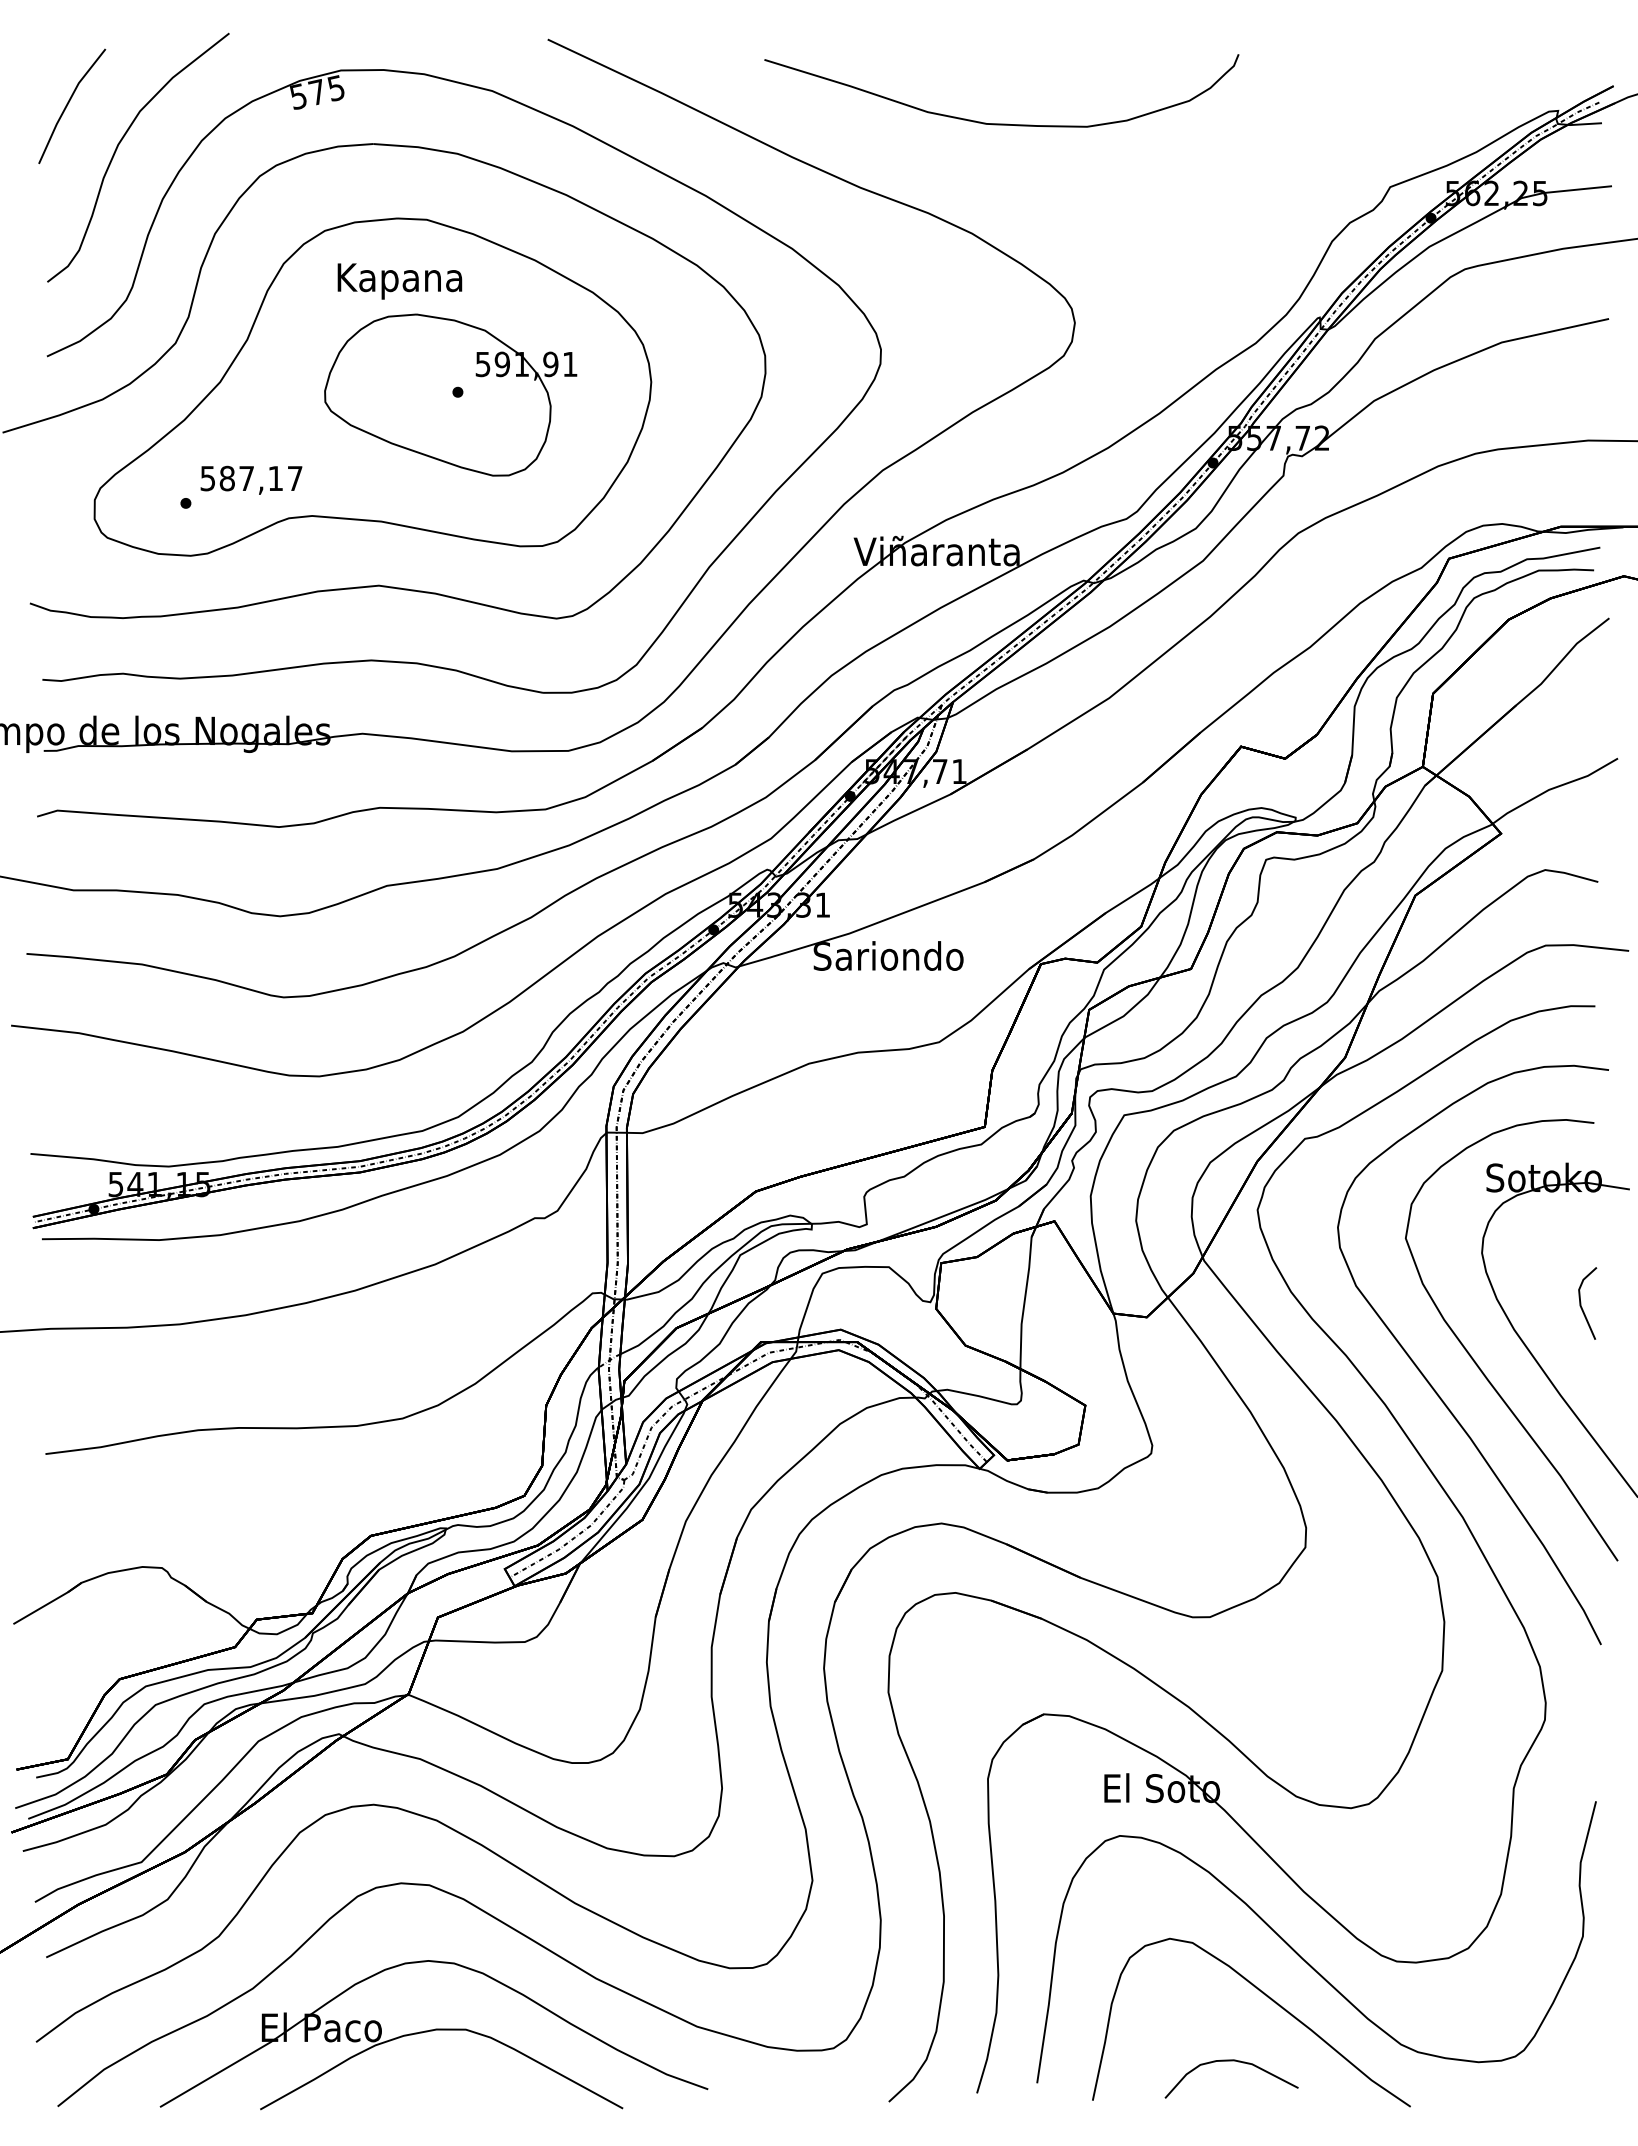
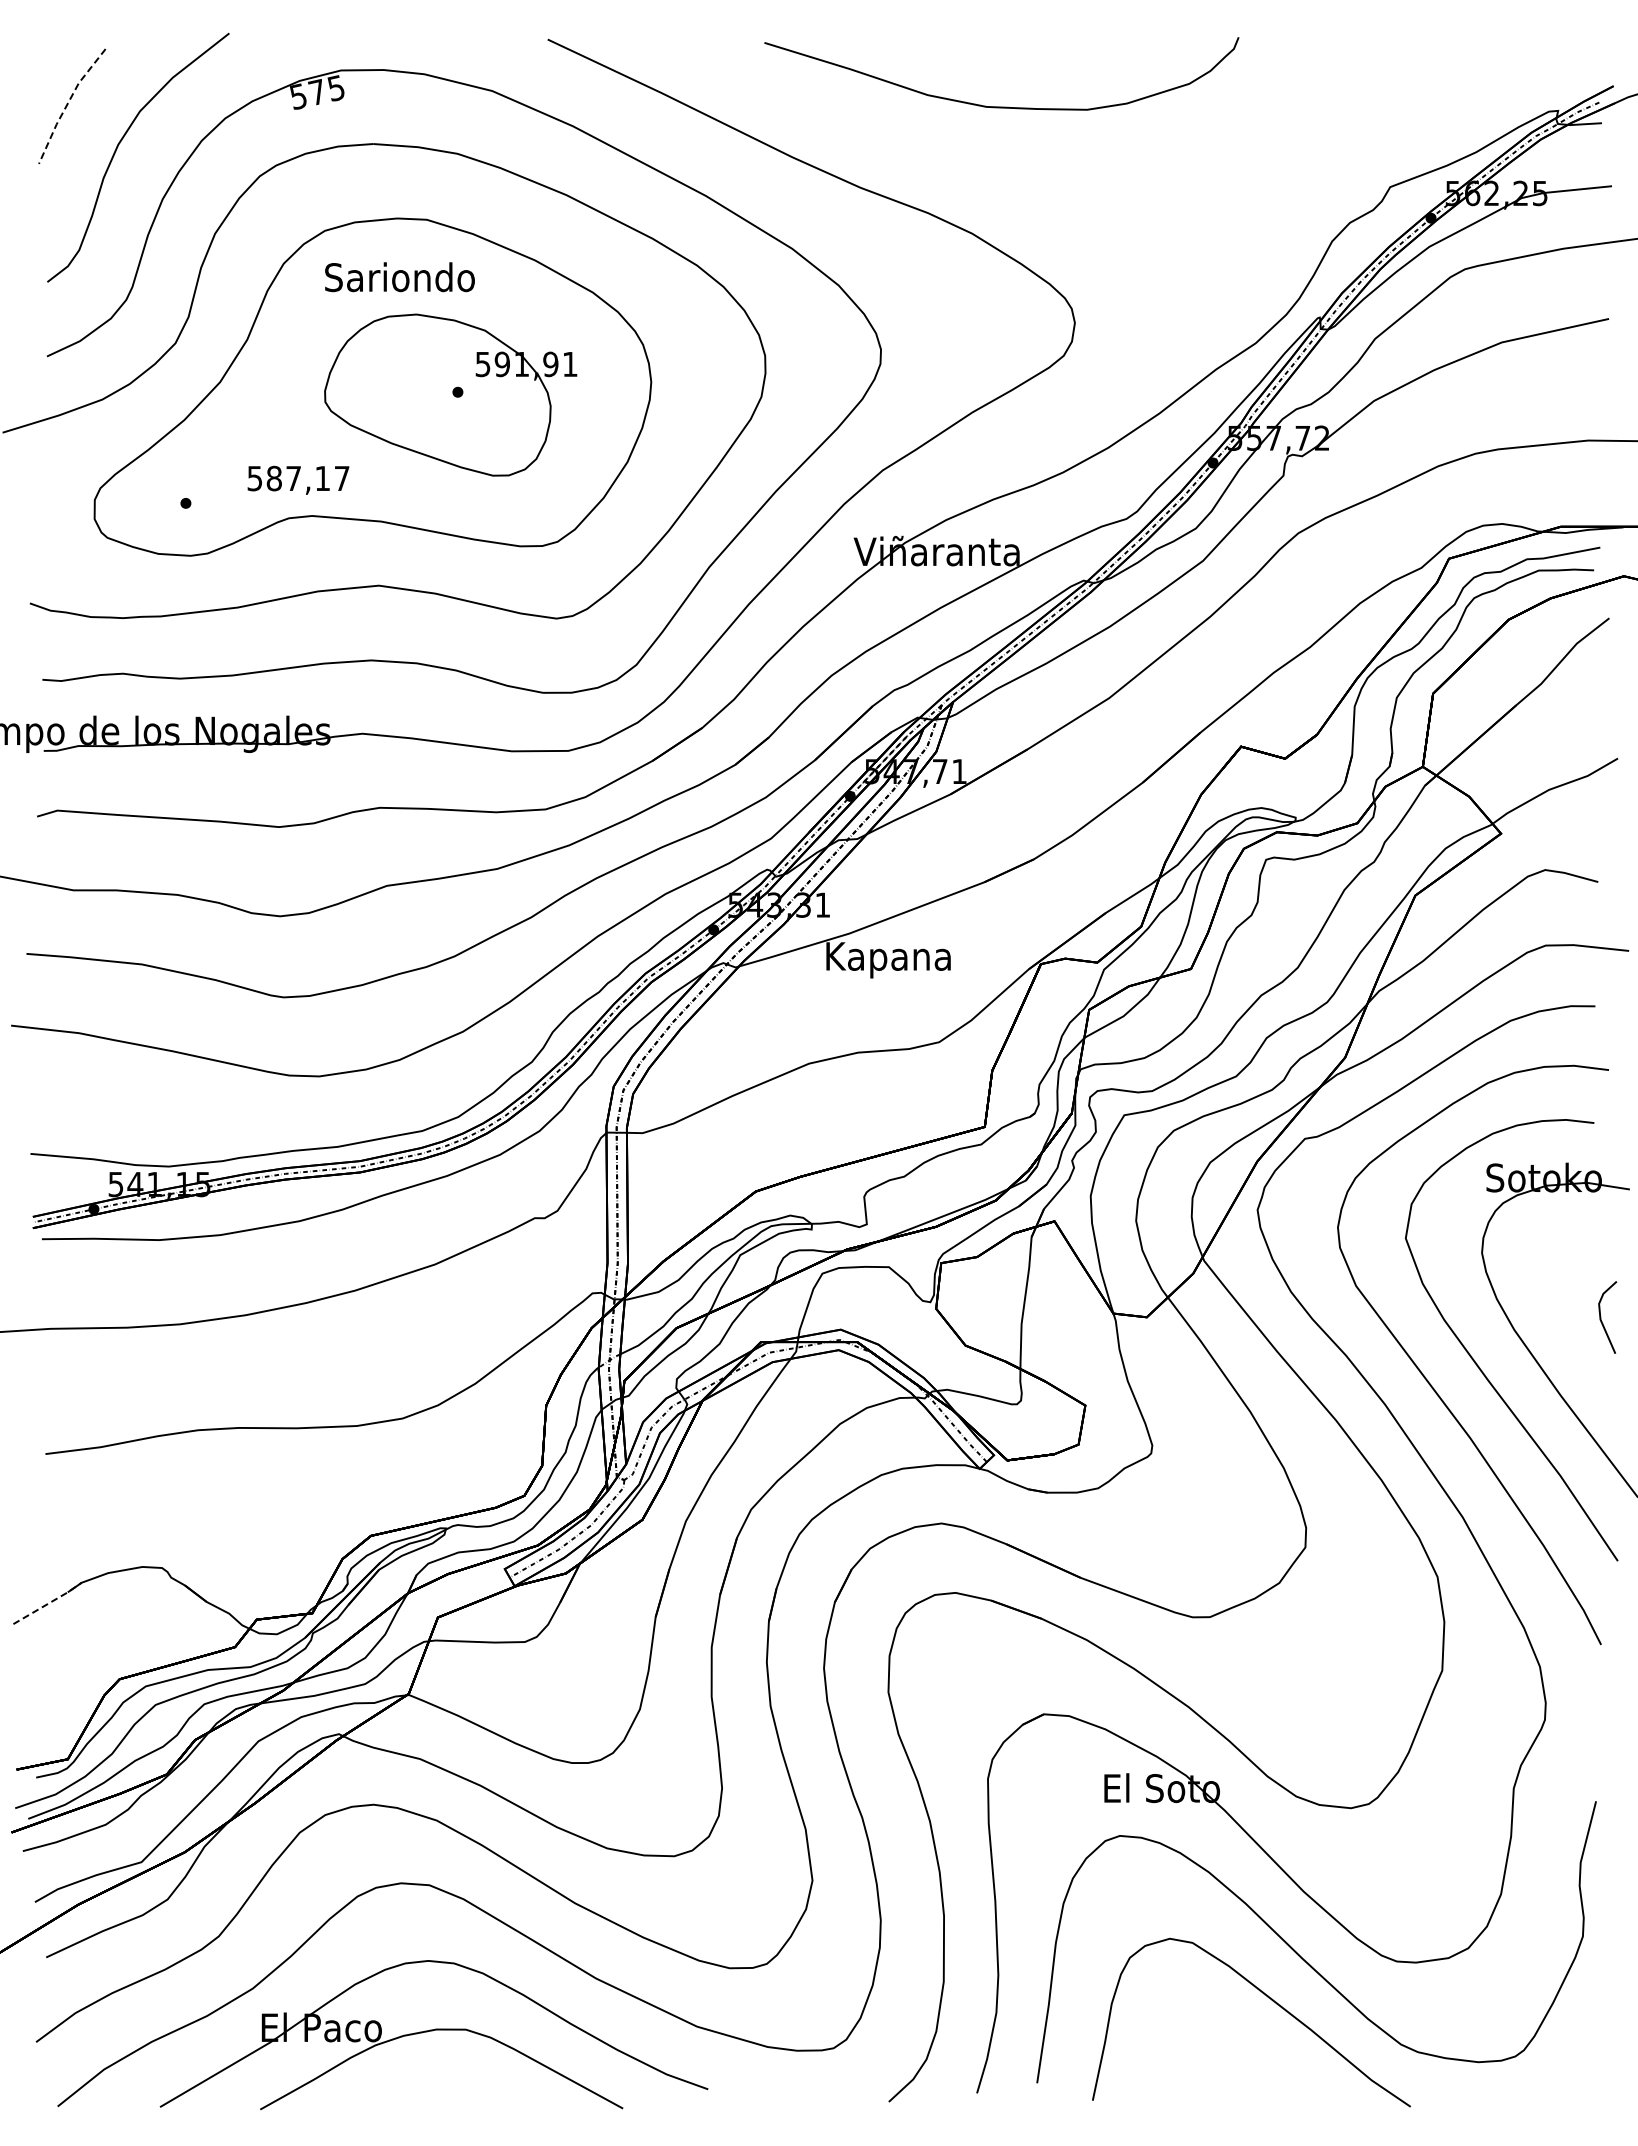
line at (67, 104): solid -> dashed
curve at (1001, 123) position: (1001, 123) -> (1001, 106)
text at (399, 280): Kapana -> Sariondo
text at (251, 479) position: (251, 479) -> (298, 479)
text at (888, 959): Sariondo -> Kapana
line at (1581, 1303) position: (1581, 1303) -> (1601, 1317)
line at (48, 1603): solid -> dashed
curve at (1231, 2061): present -> none
